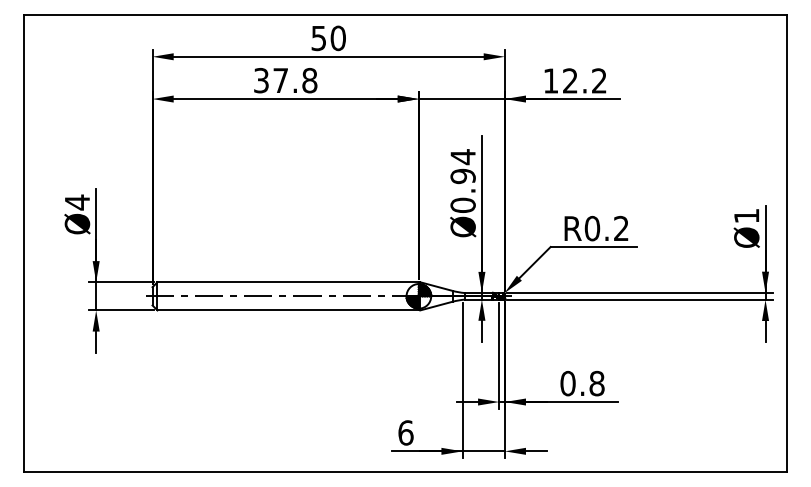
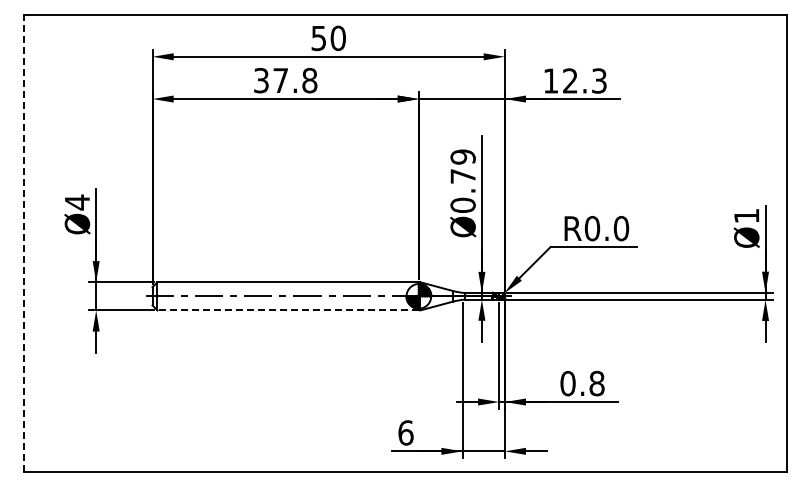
text at (599, 80): 12.2 -> 12.3
text at (462, 166): Ø0.94 -> Ø0.79
text at (621, 228): R0.2 -> R0.0
line at (24, 243): solid -> dashed
line at (288, 310): solid -> dashed
